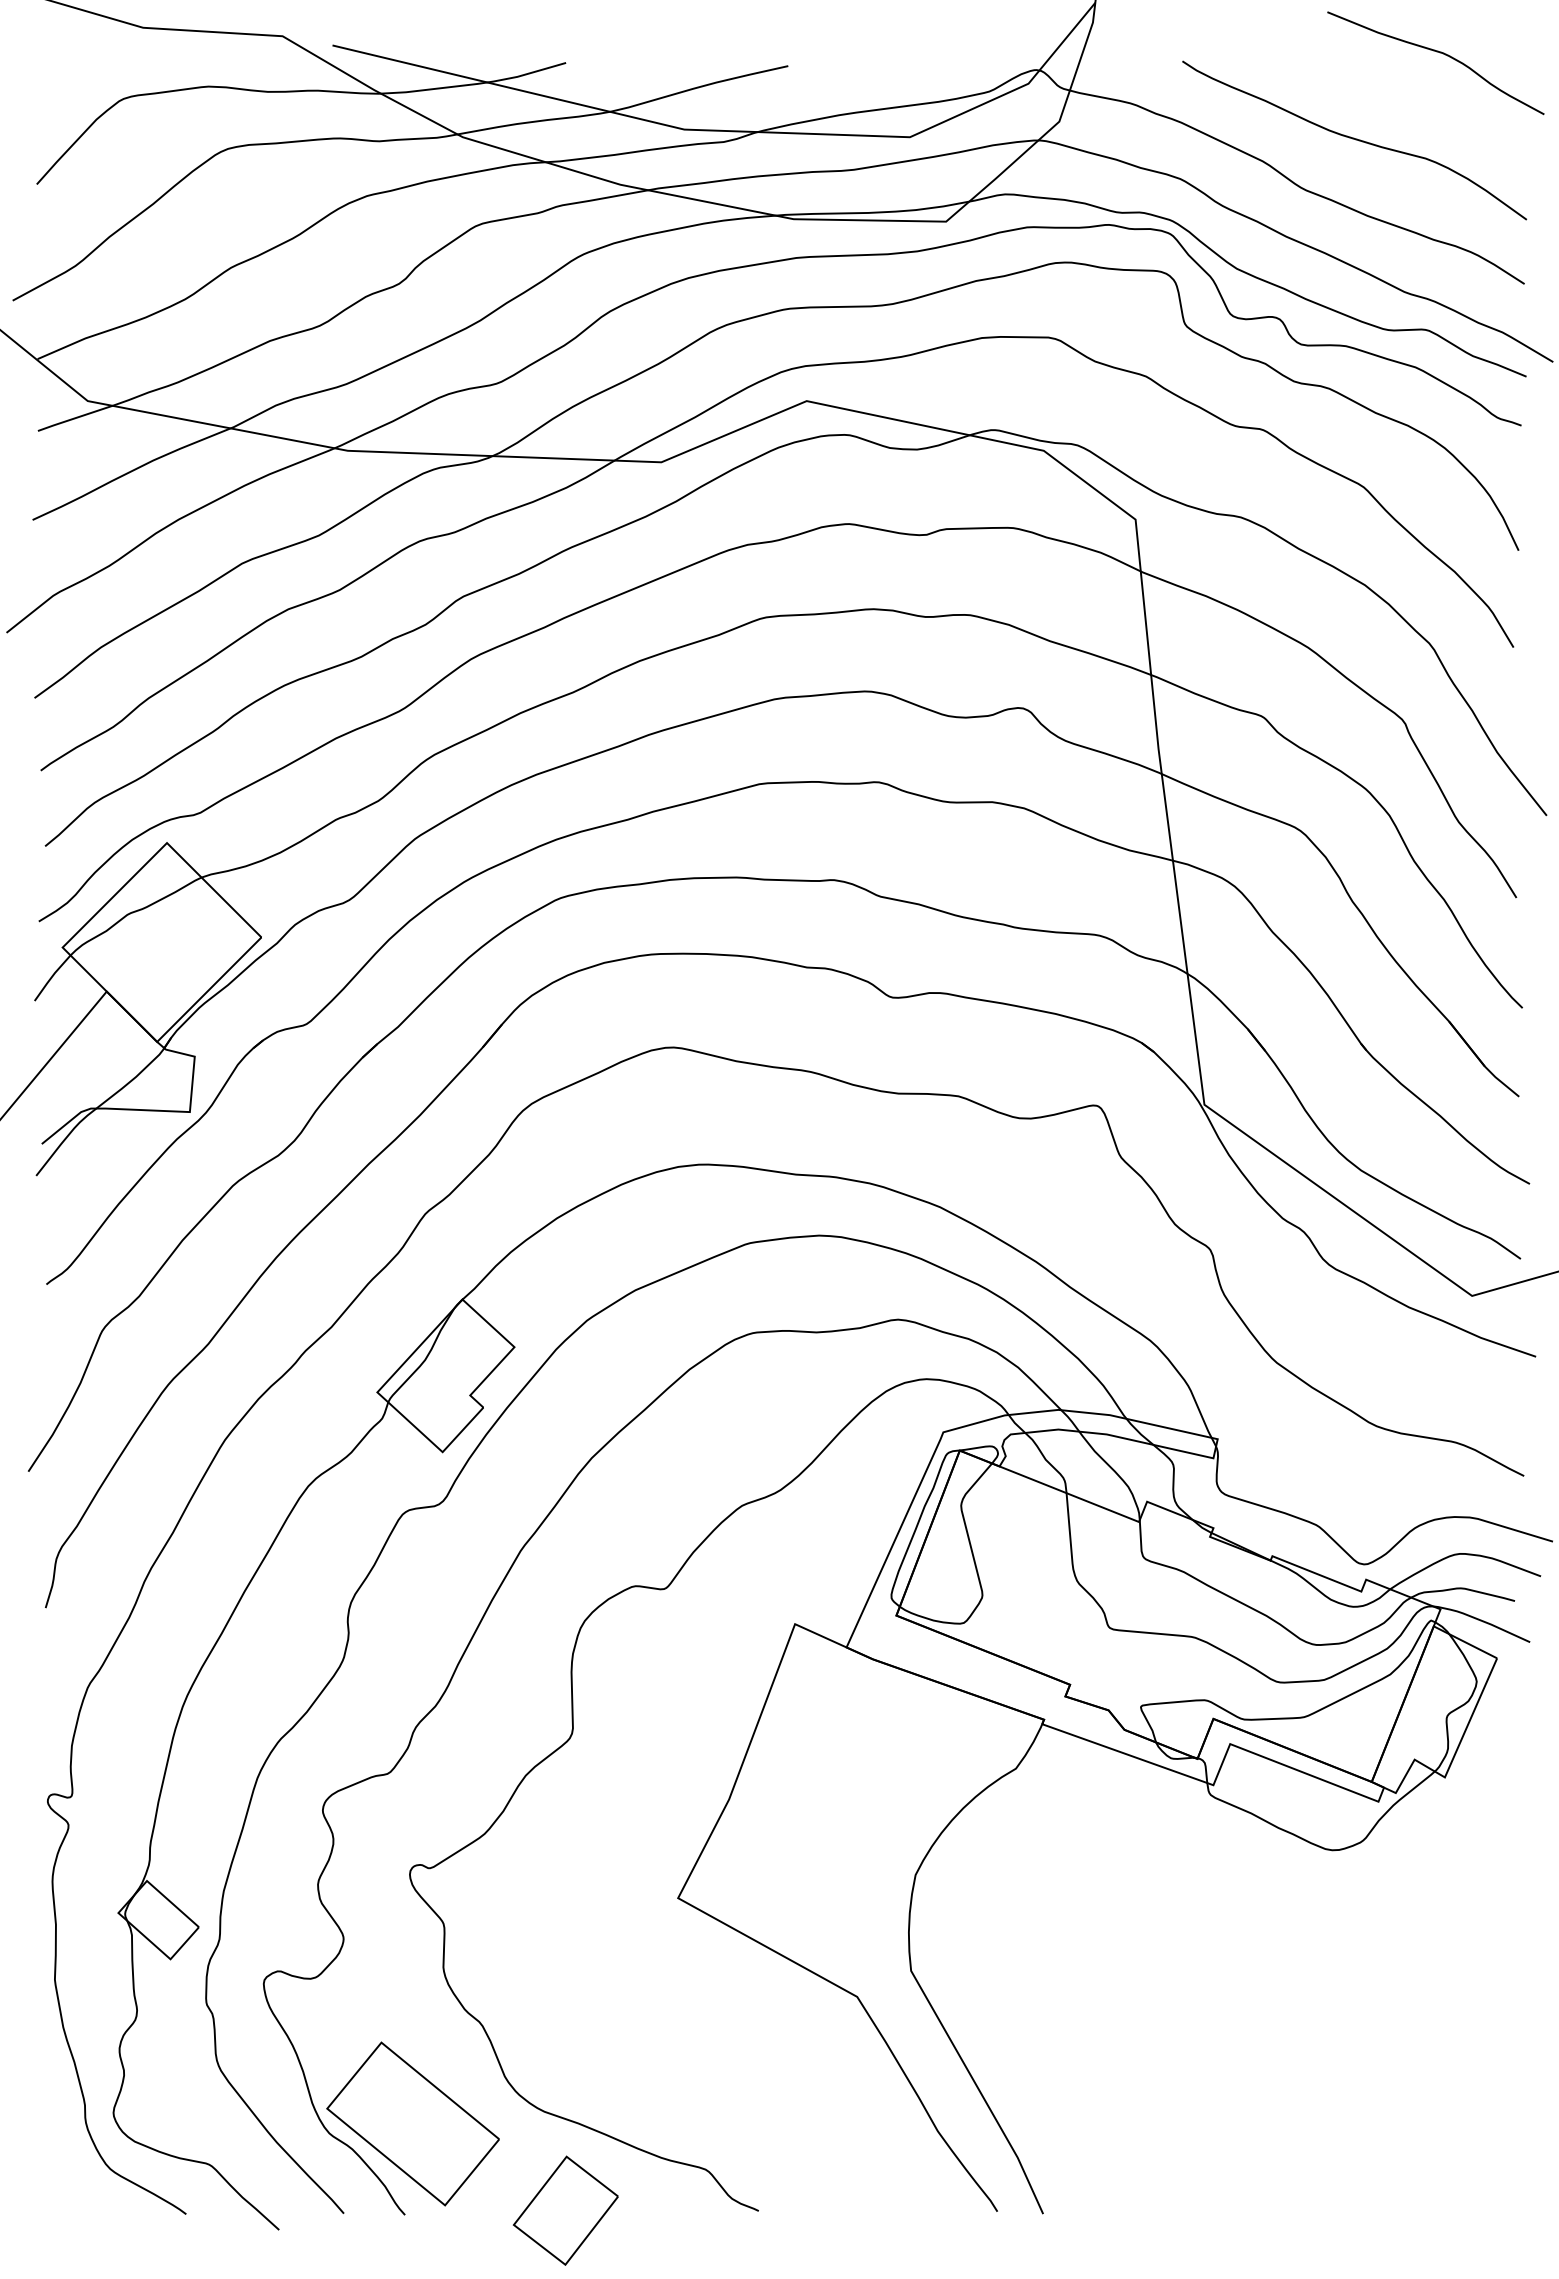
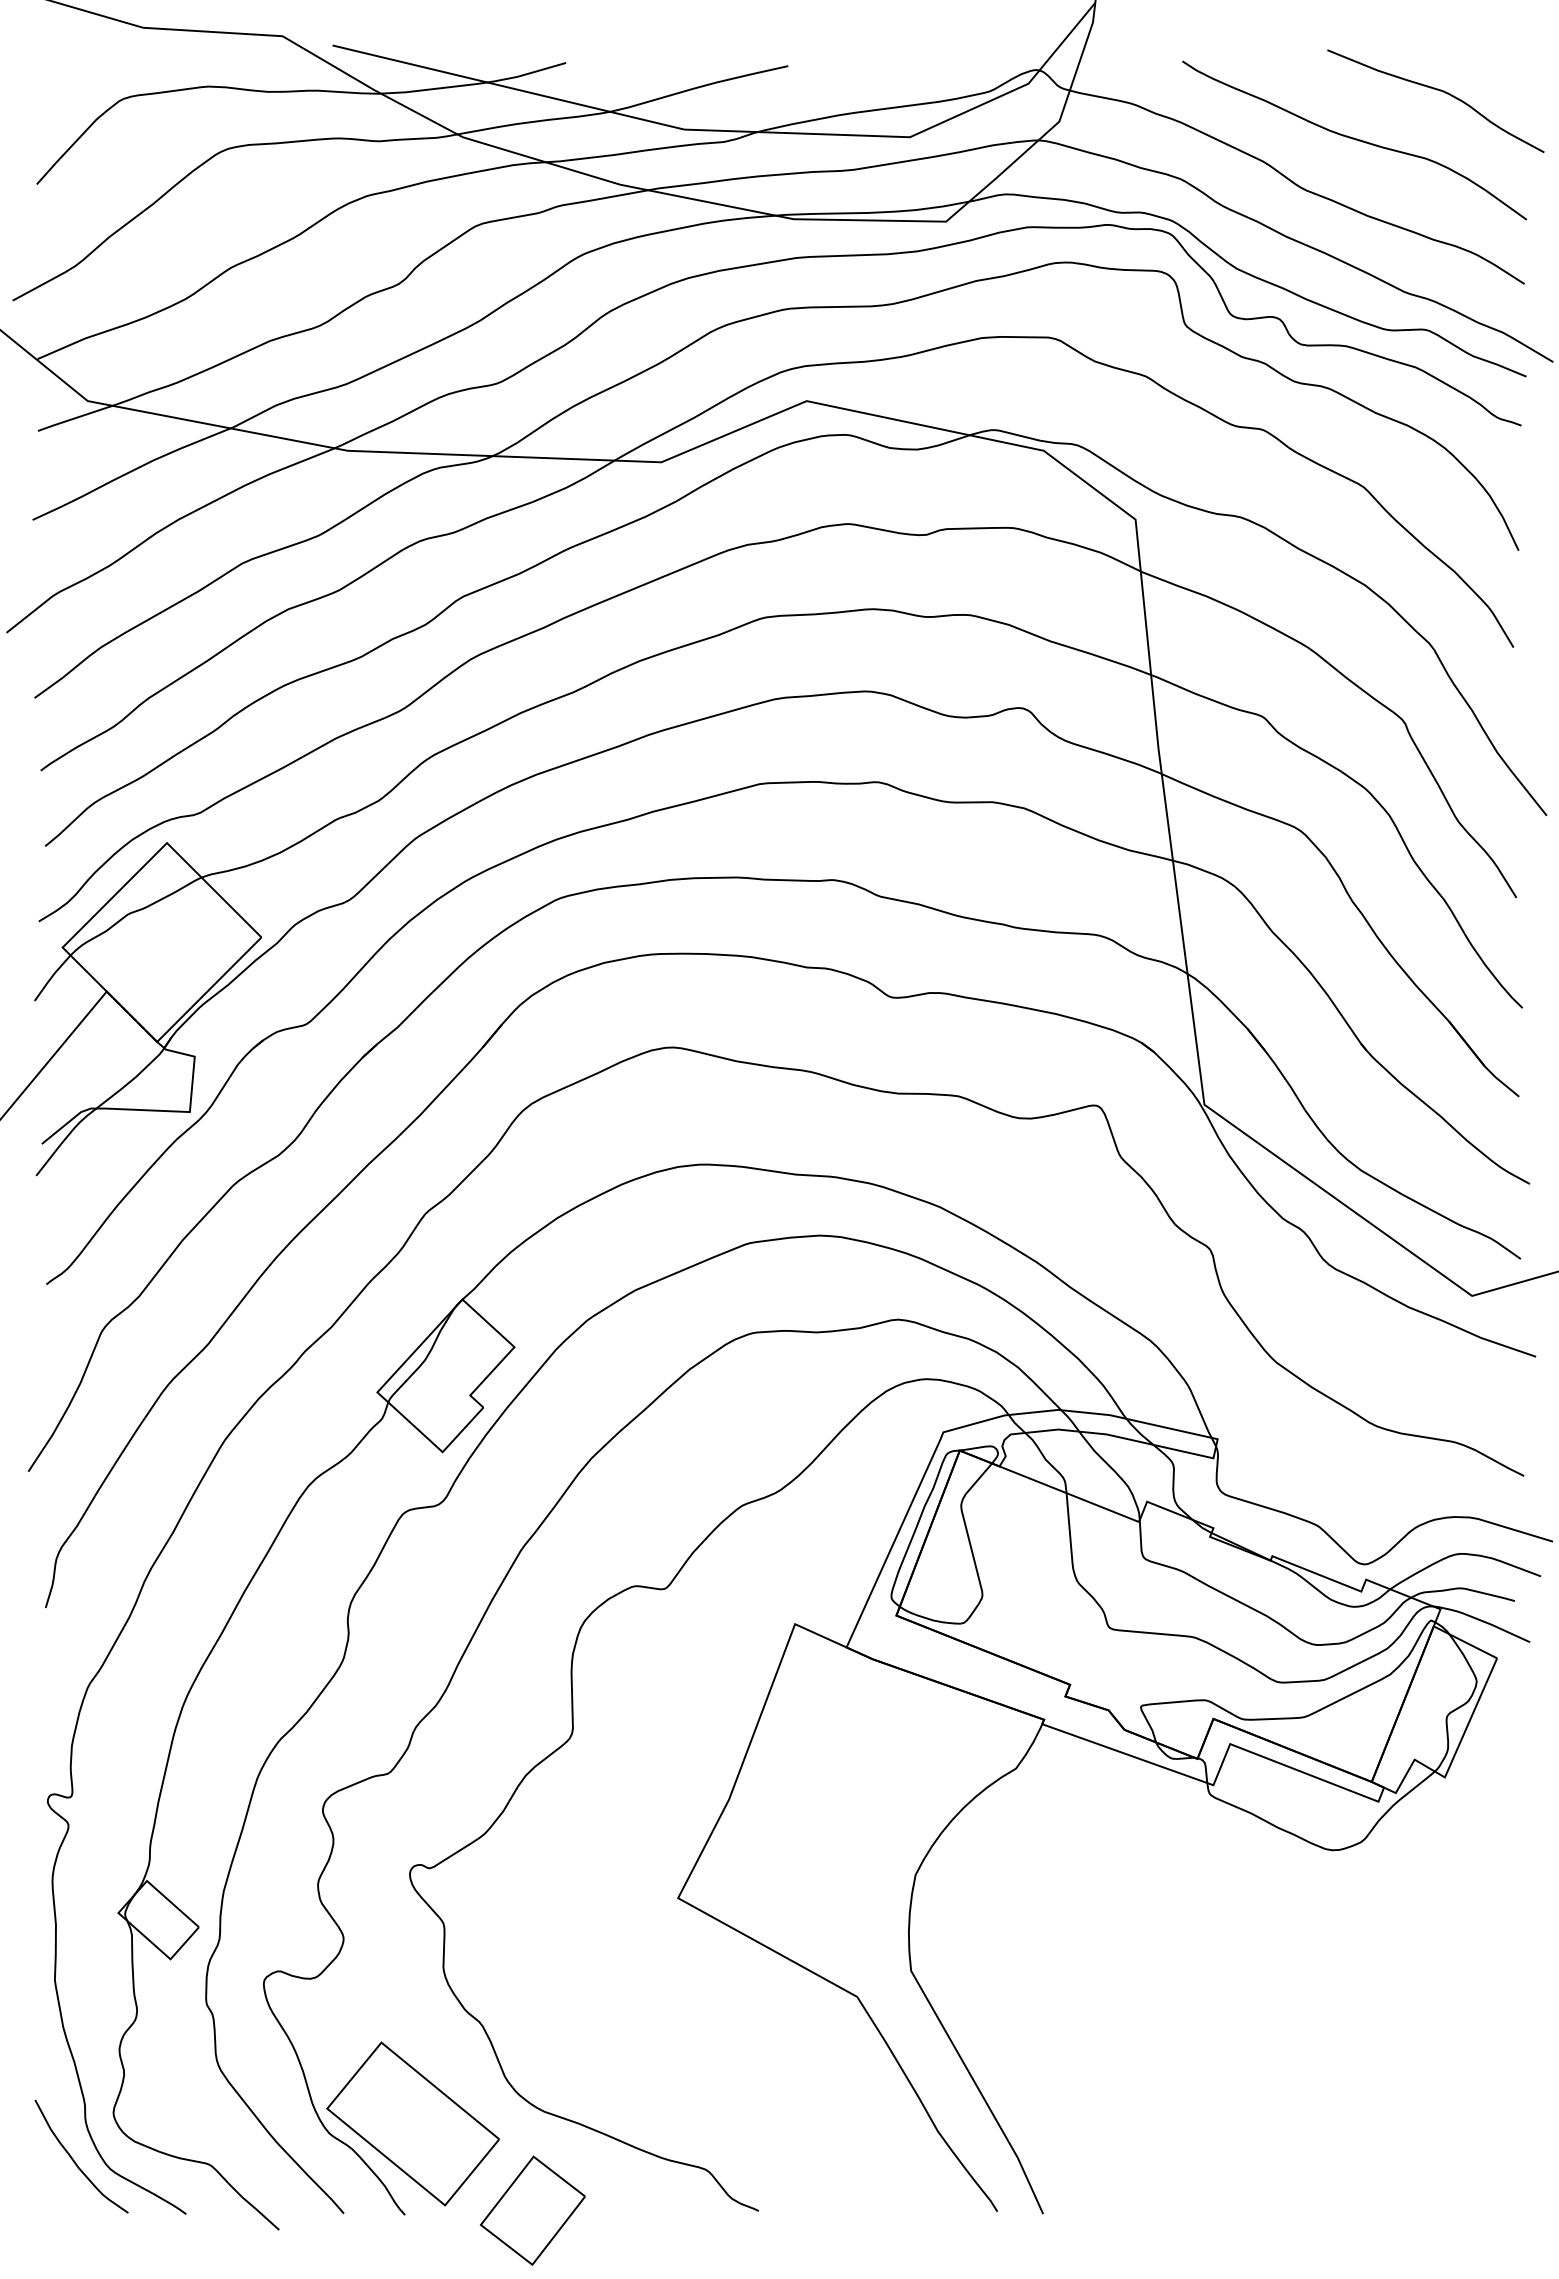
curve at (1439, 53) position: (1439, 53) -> (1439, 91)
curve at (75, 2161): none -> present
part at (565, 2210) position: (565, 2210) -> (532, 2210)
